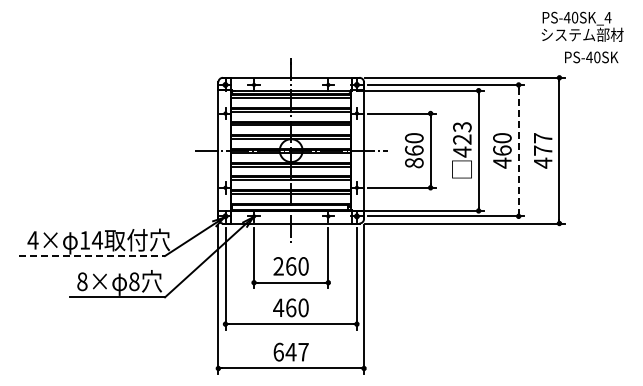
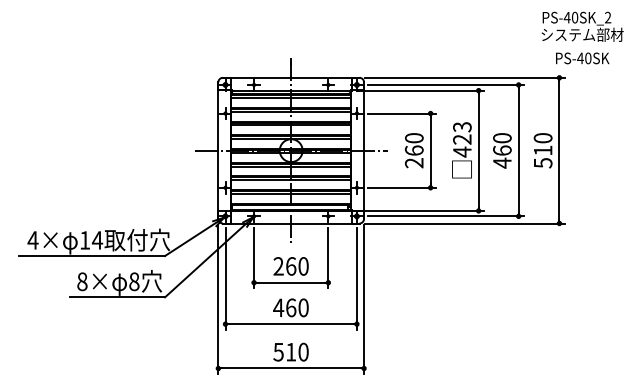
text at (607, 17): PS-40SK_4 -> PS-40SK_2
text at (591, 57) position: (591, 57) -> (582, 58)
text at (542, 150): 477 -> 510
line at (518, 151): dashed -> solid
text at (414, 163): 860 -> 260
line at (92, 256): dashed -> solid
text at (290, 351): 647 -> 510
